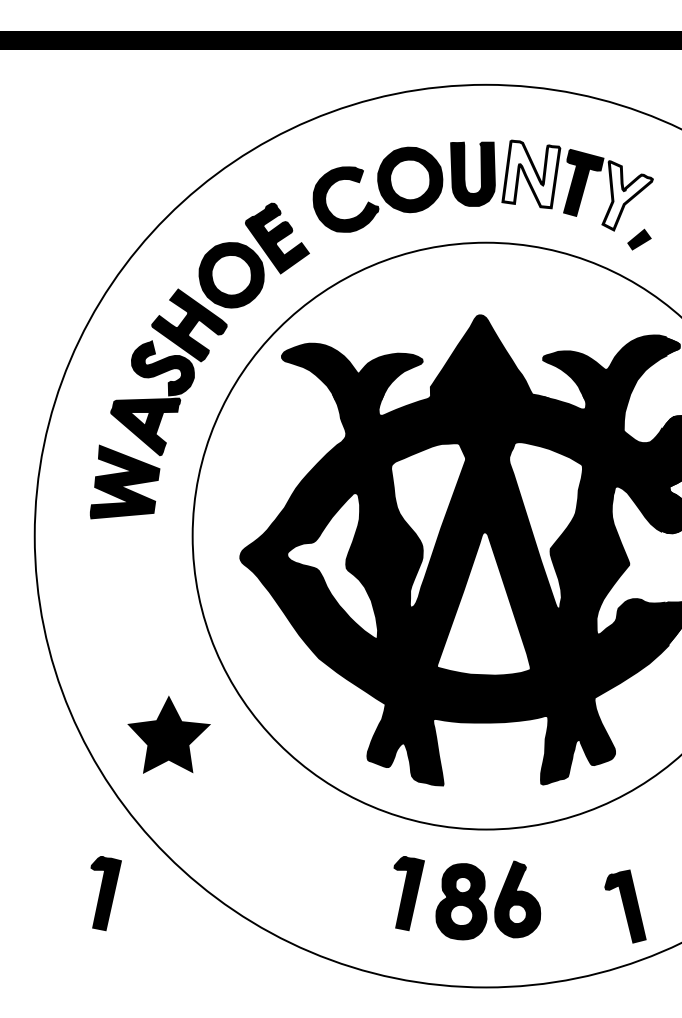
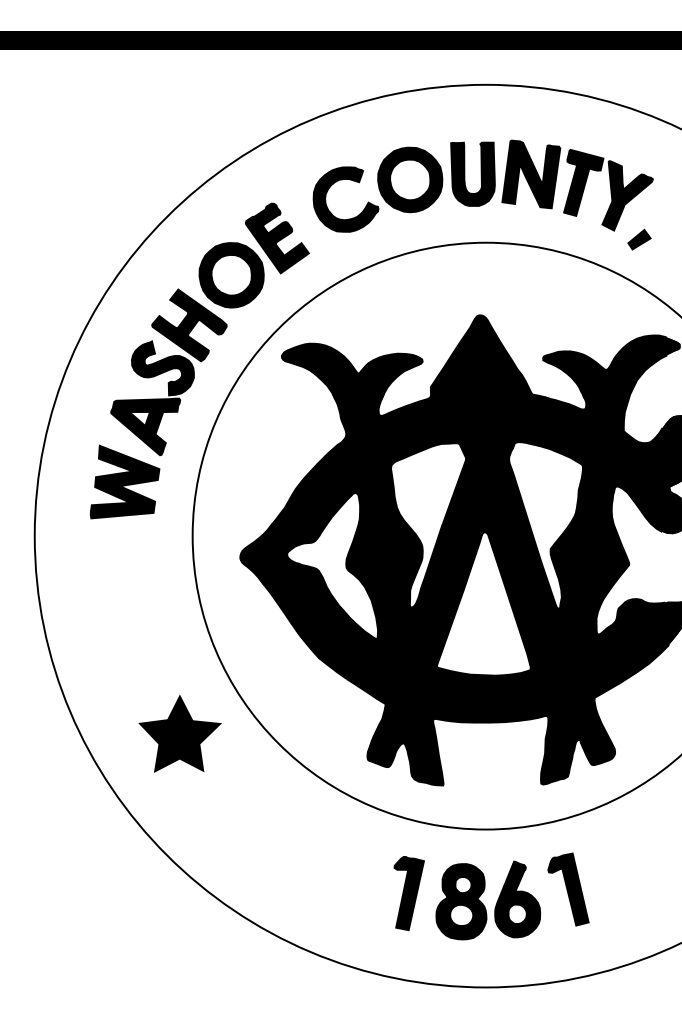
fill at (531, 174): none -> present
fill at (627, 195): none -> present
part at (168, 734) position: (168, 734) -> (179, 733)
part at (105, 893): present -> none
part at (625, 906) position: (625, 906) -> (568, 889)
